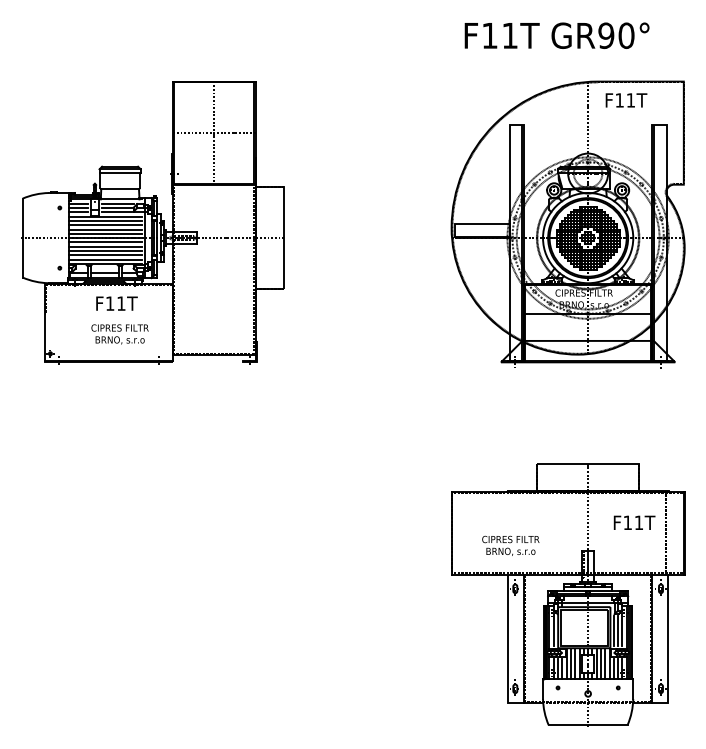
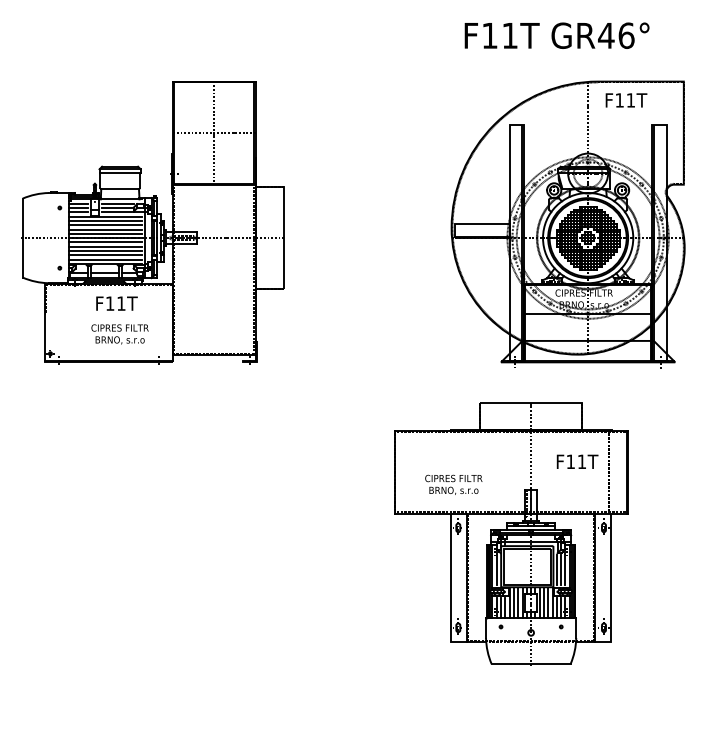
text at (616, 35): GR90° -> GR46°
part at (568, 594) position: (568, 594) -> (511, 533)
